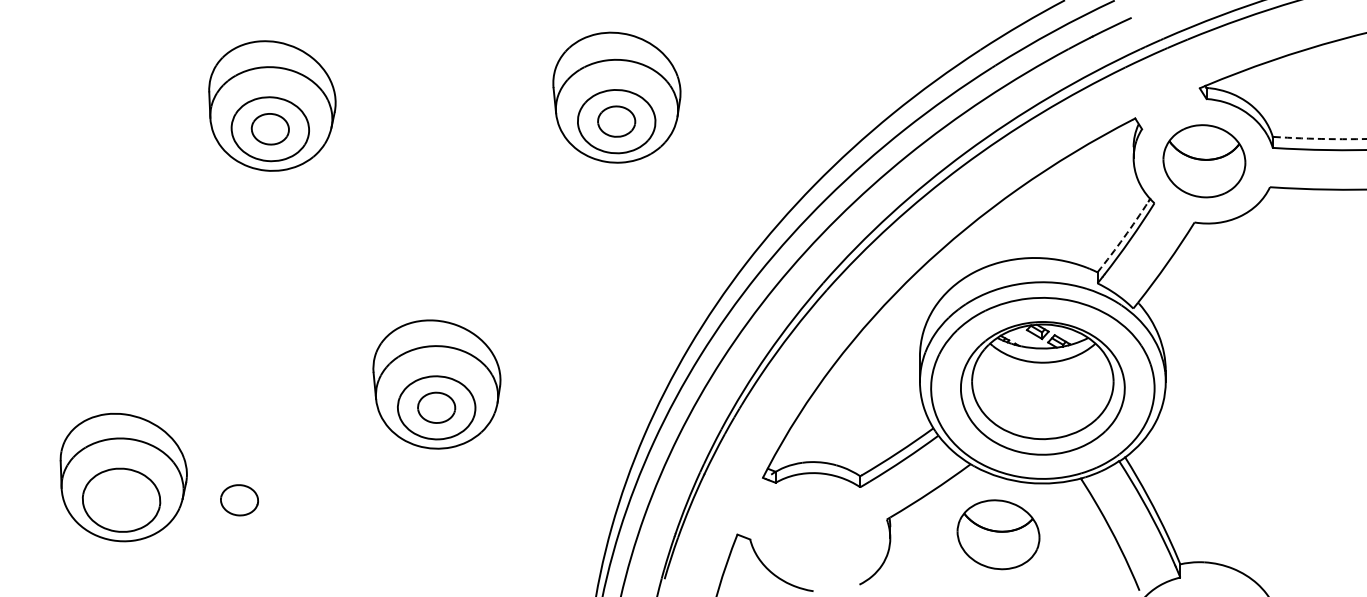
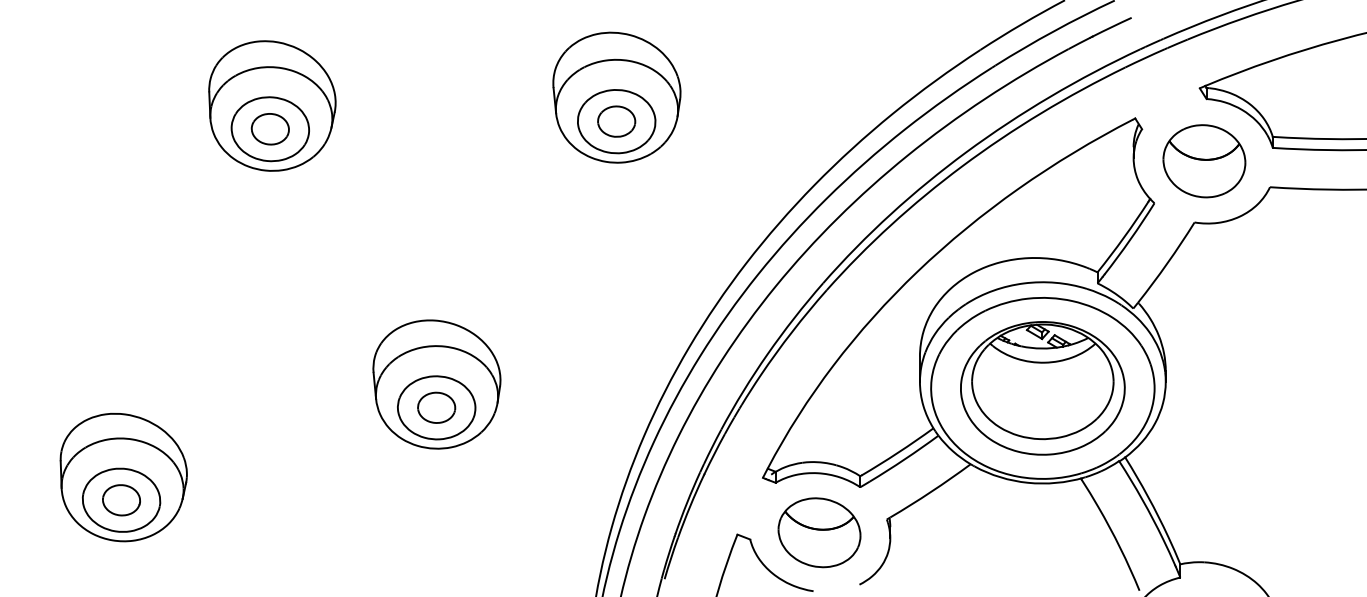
arc at (1320, 138): dashed -> solid
arc at (1124, 237): dashed -> solid
part at (239, 500) position: (239, 500) -> (121, 500)
part at (998, 534) position: (998, 534) -> (819, 532)
